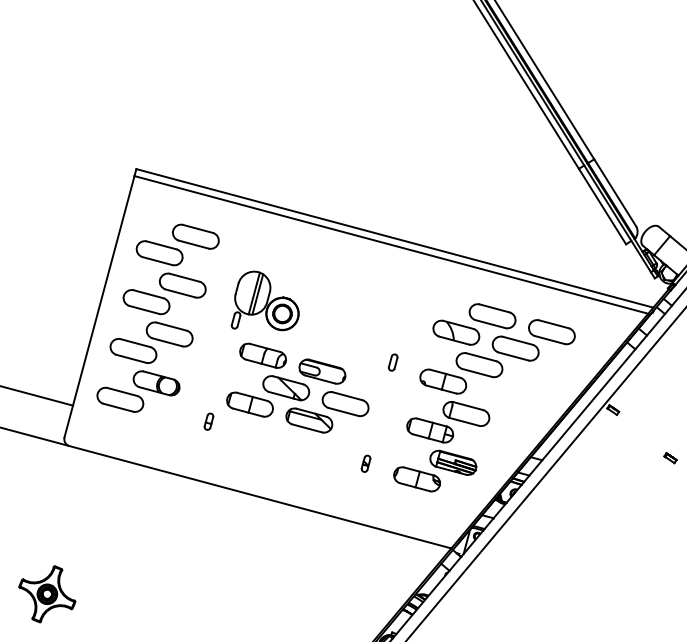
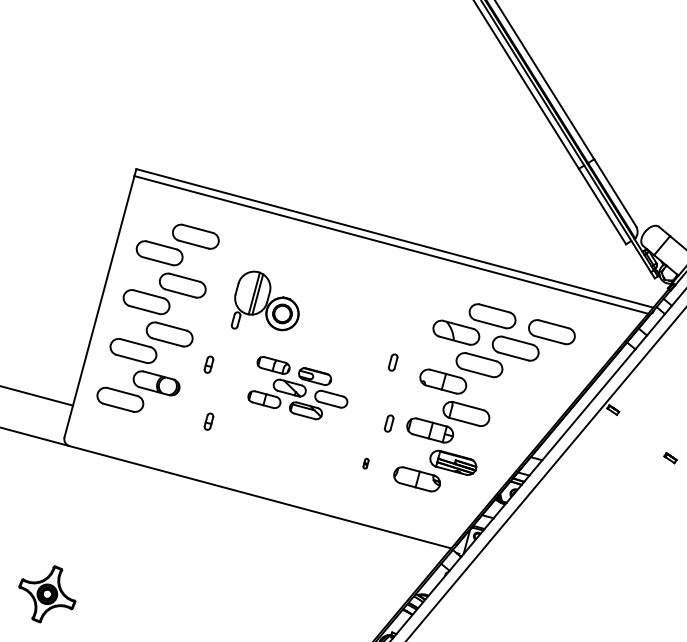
part at (208, 364): none -> present
part at (297, 387) size: 144x92 px -> 102x65 px
part at (388, 423): none -> present
part at (365, 463) size: 12x19 px -> 8x13 px
